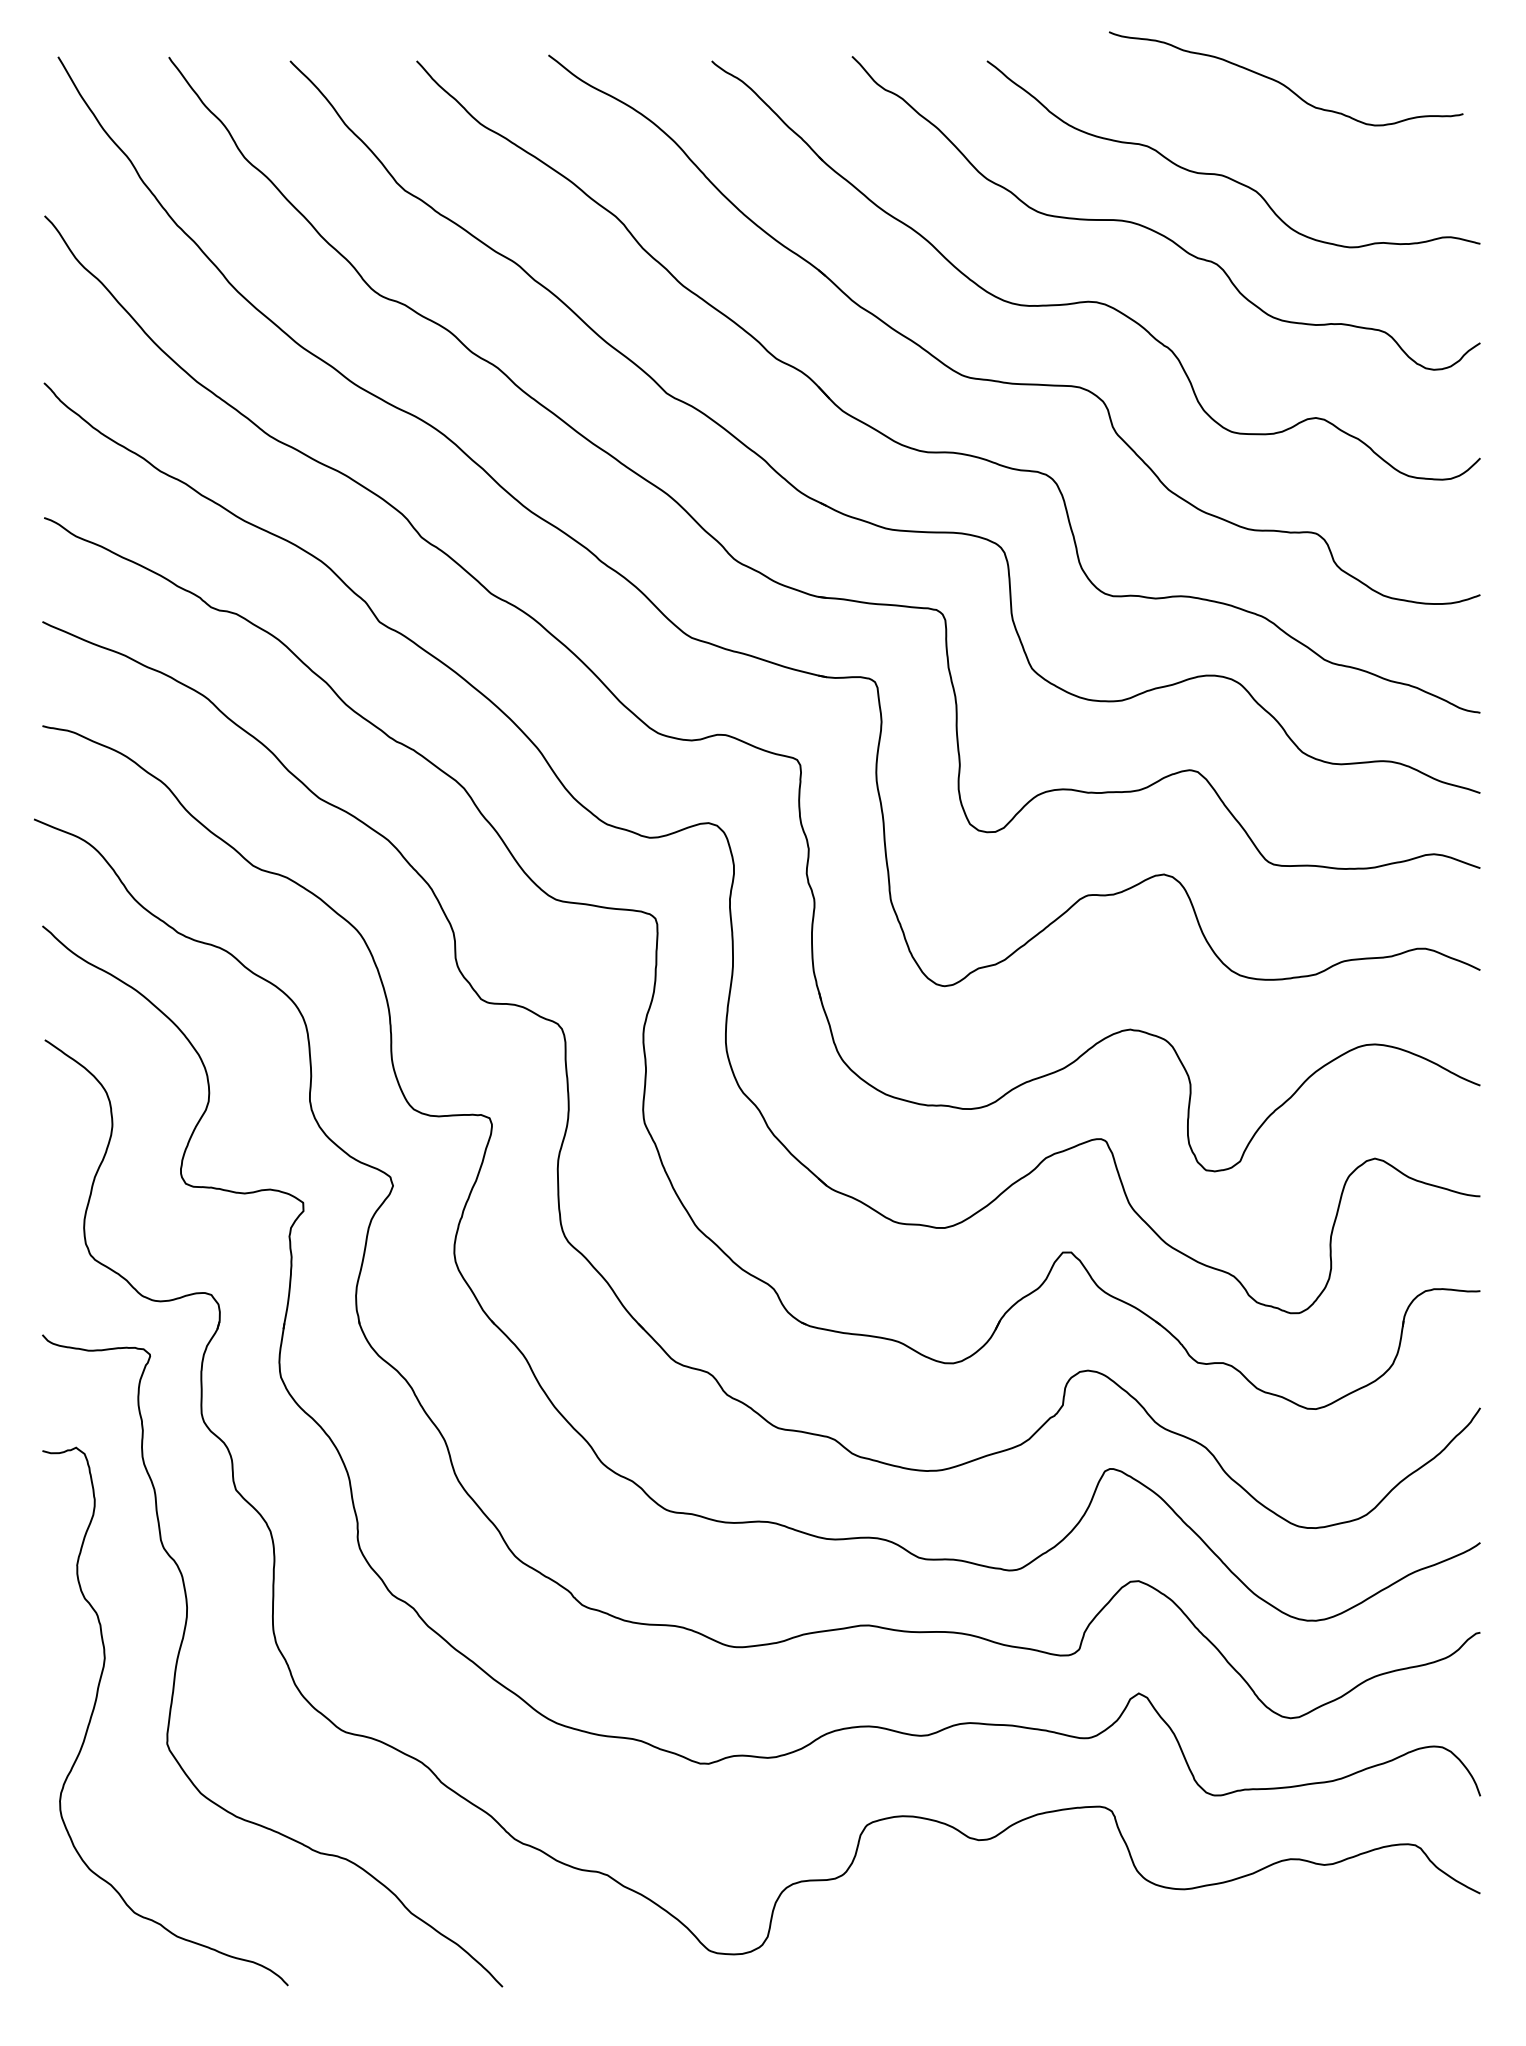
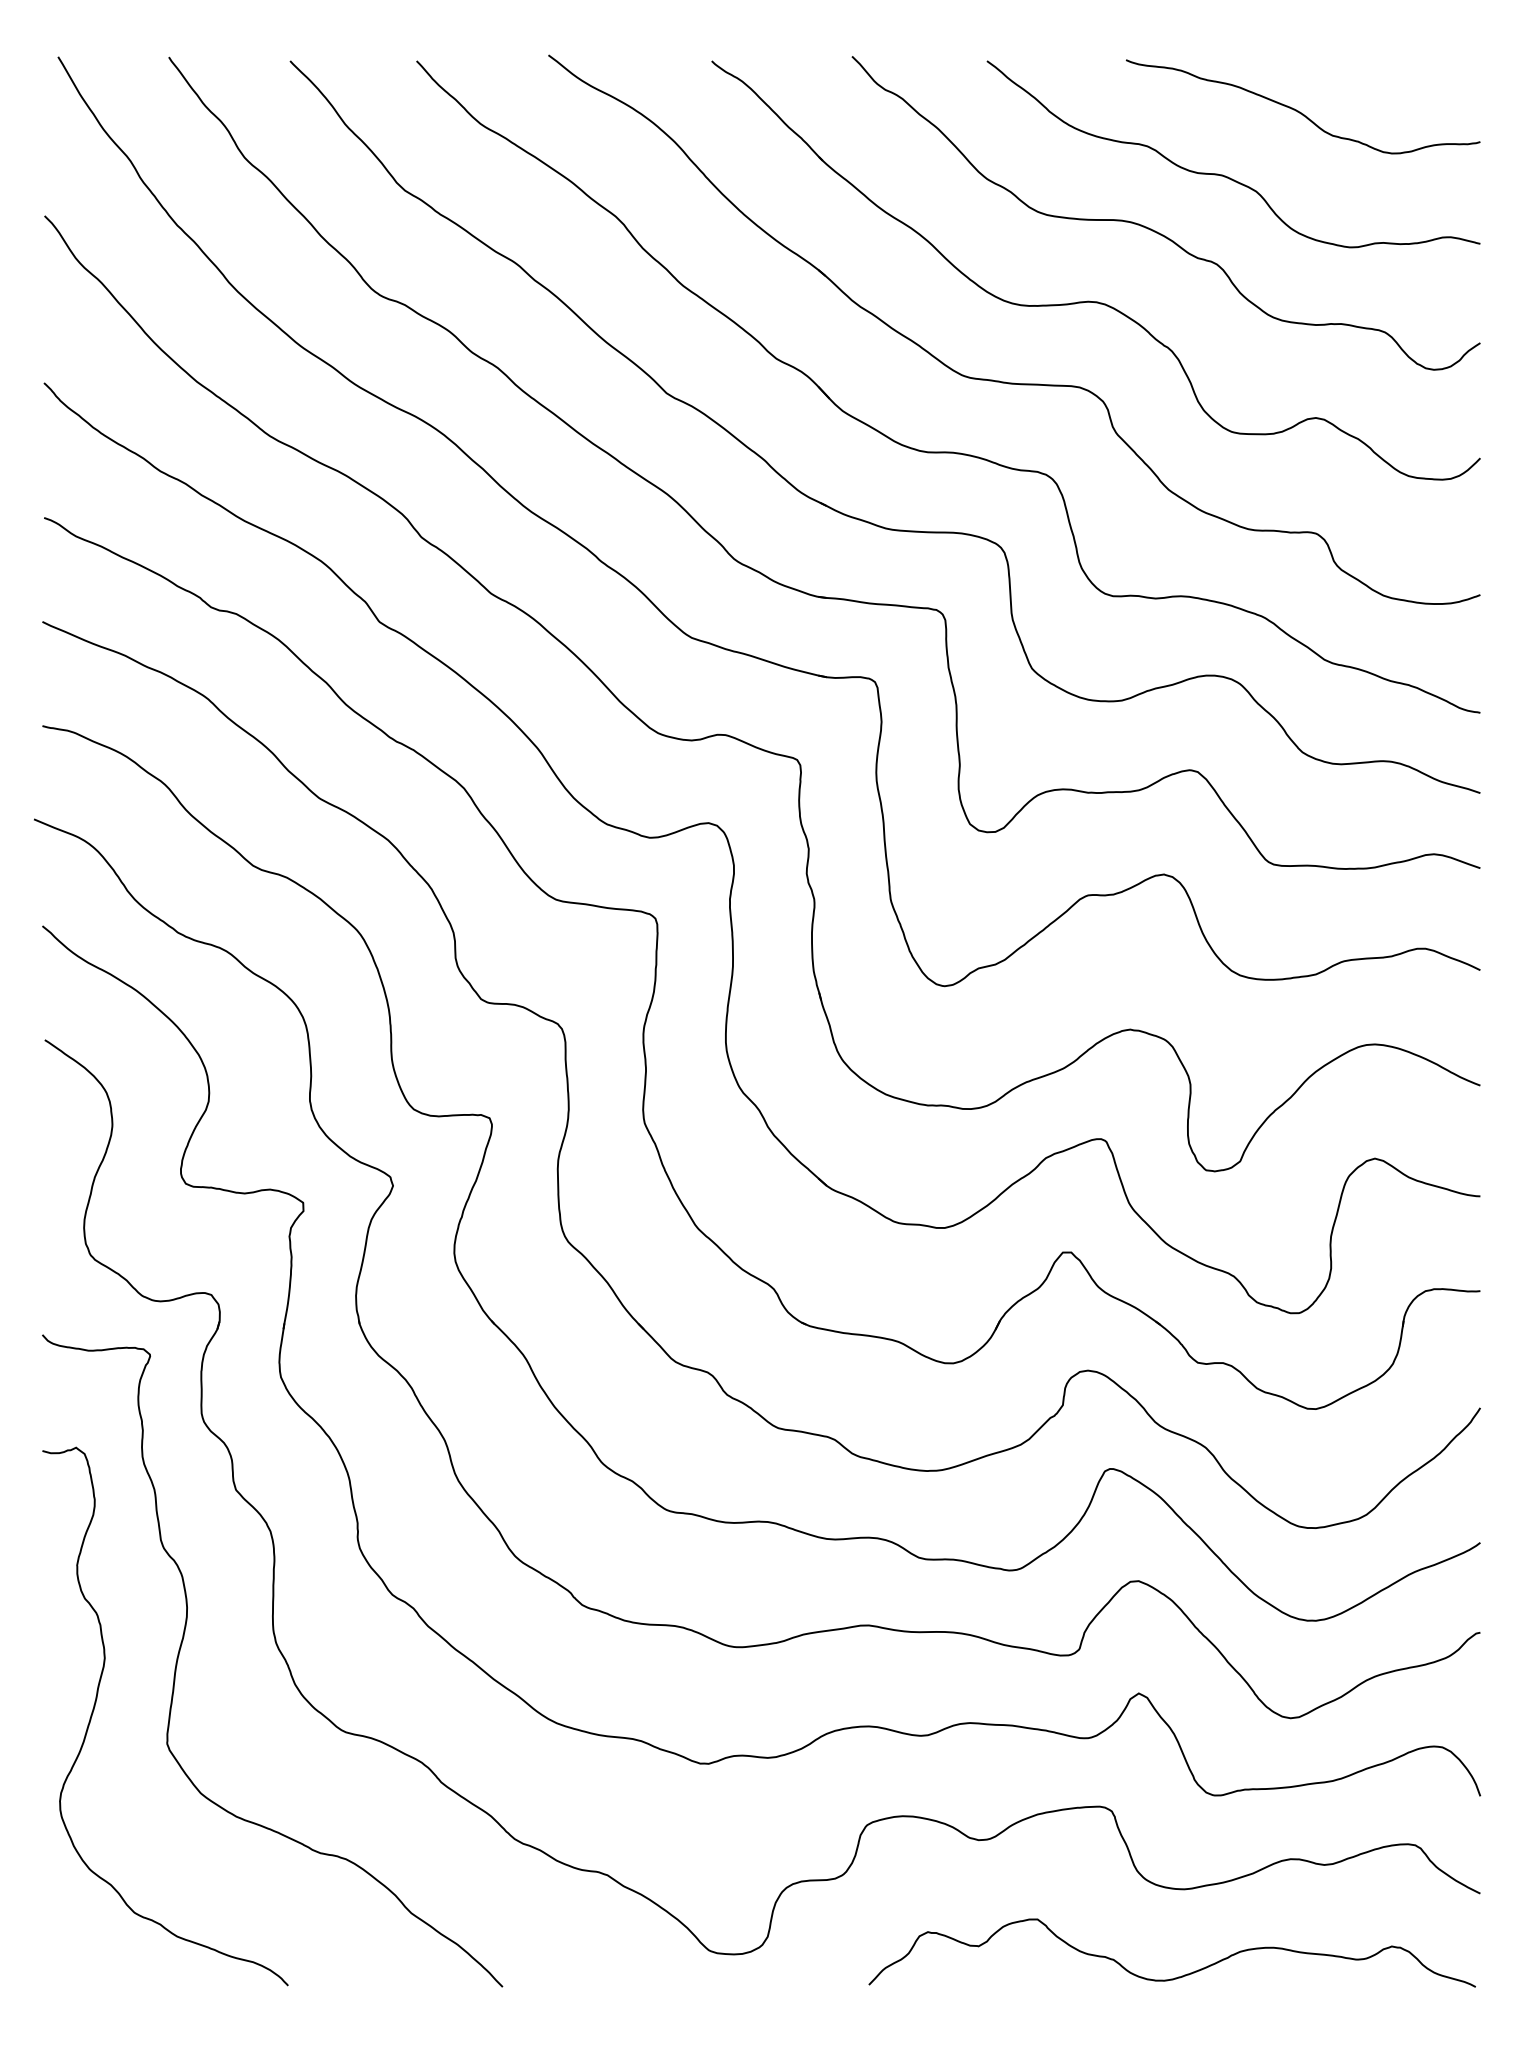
curve at (1283, 83) position: (1283, 83) -> (1300, 111)
curve at (1178, 1976): none -> present
